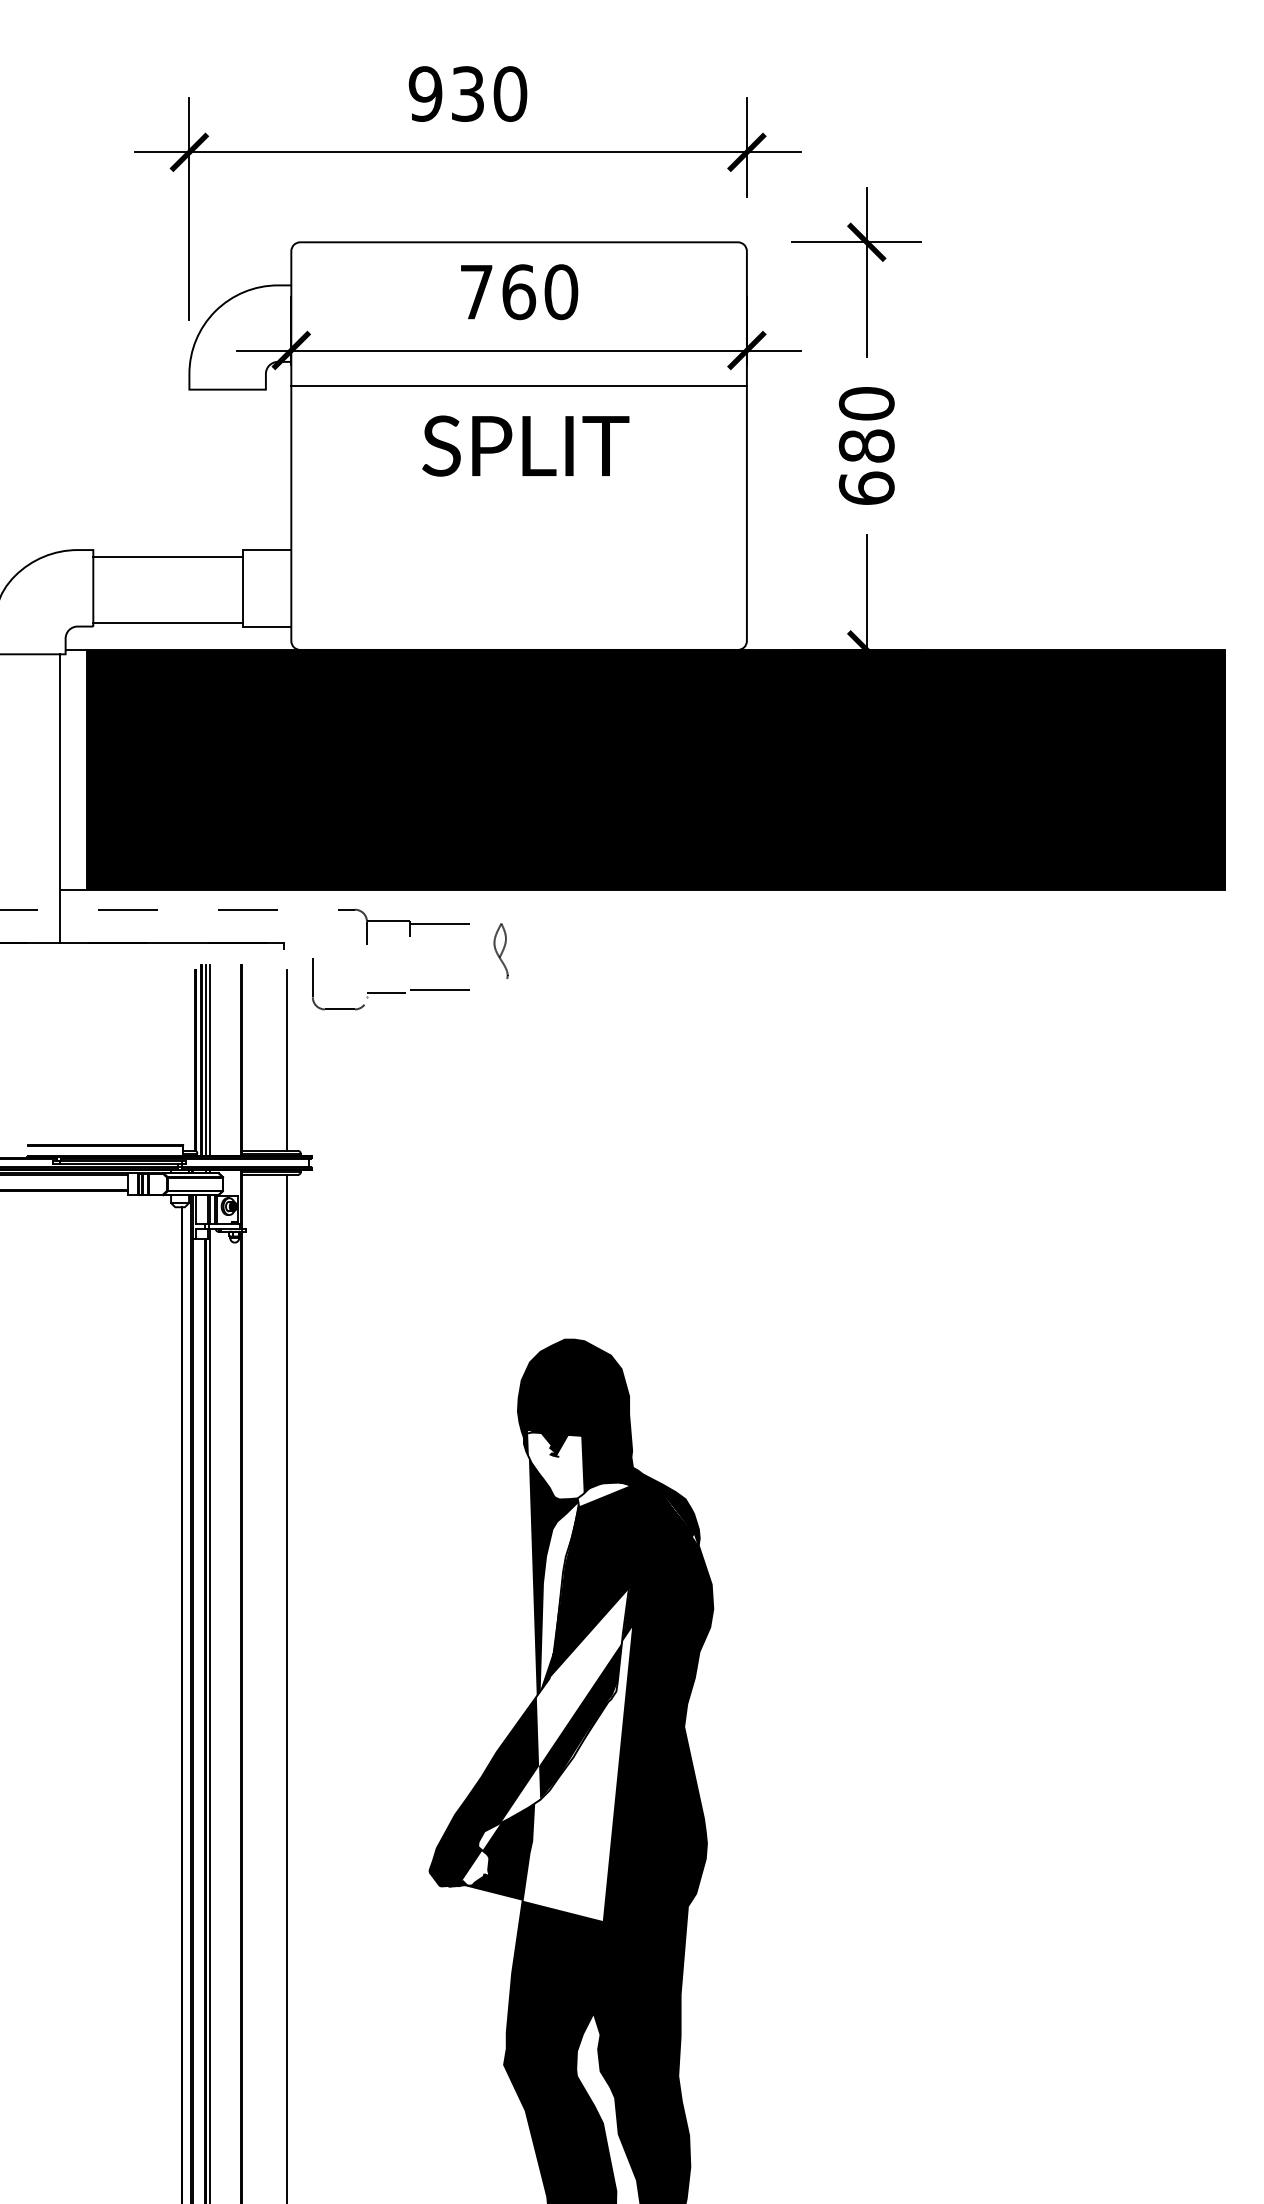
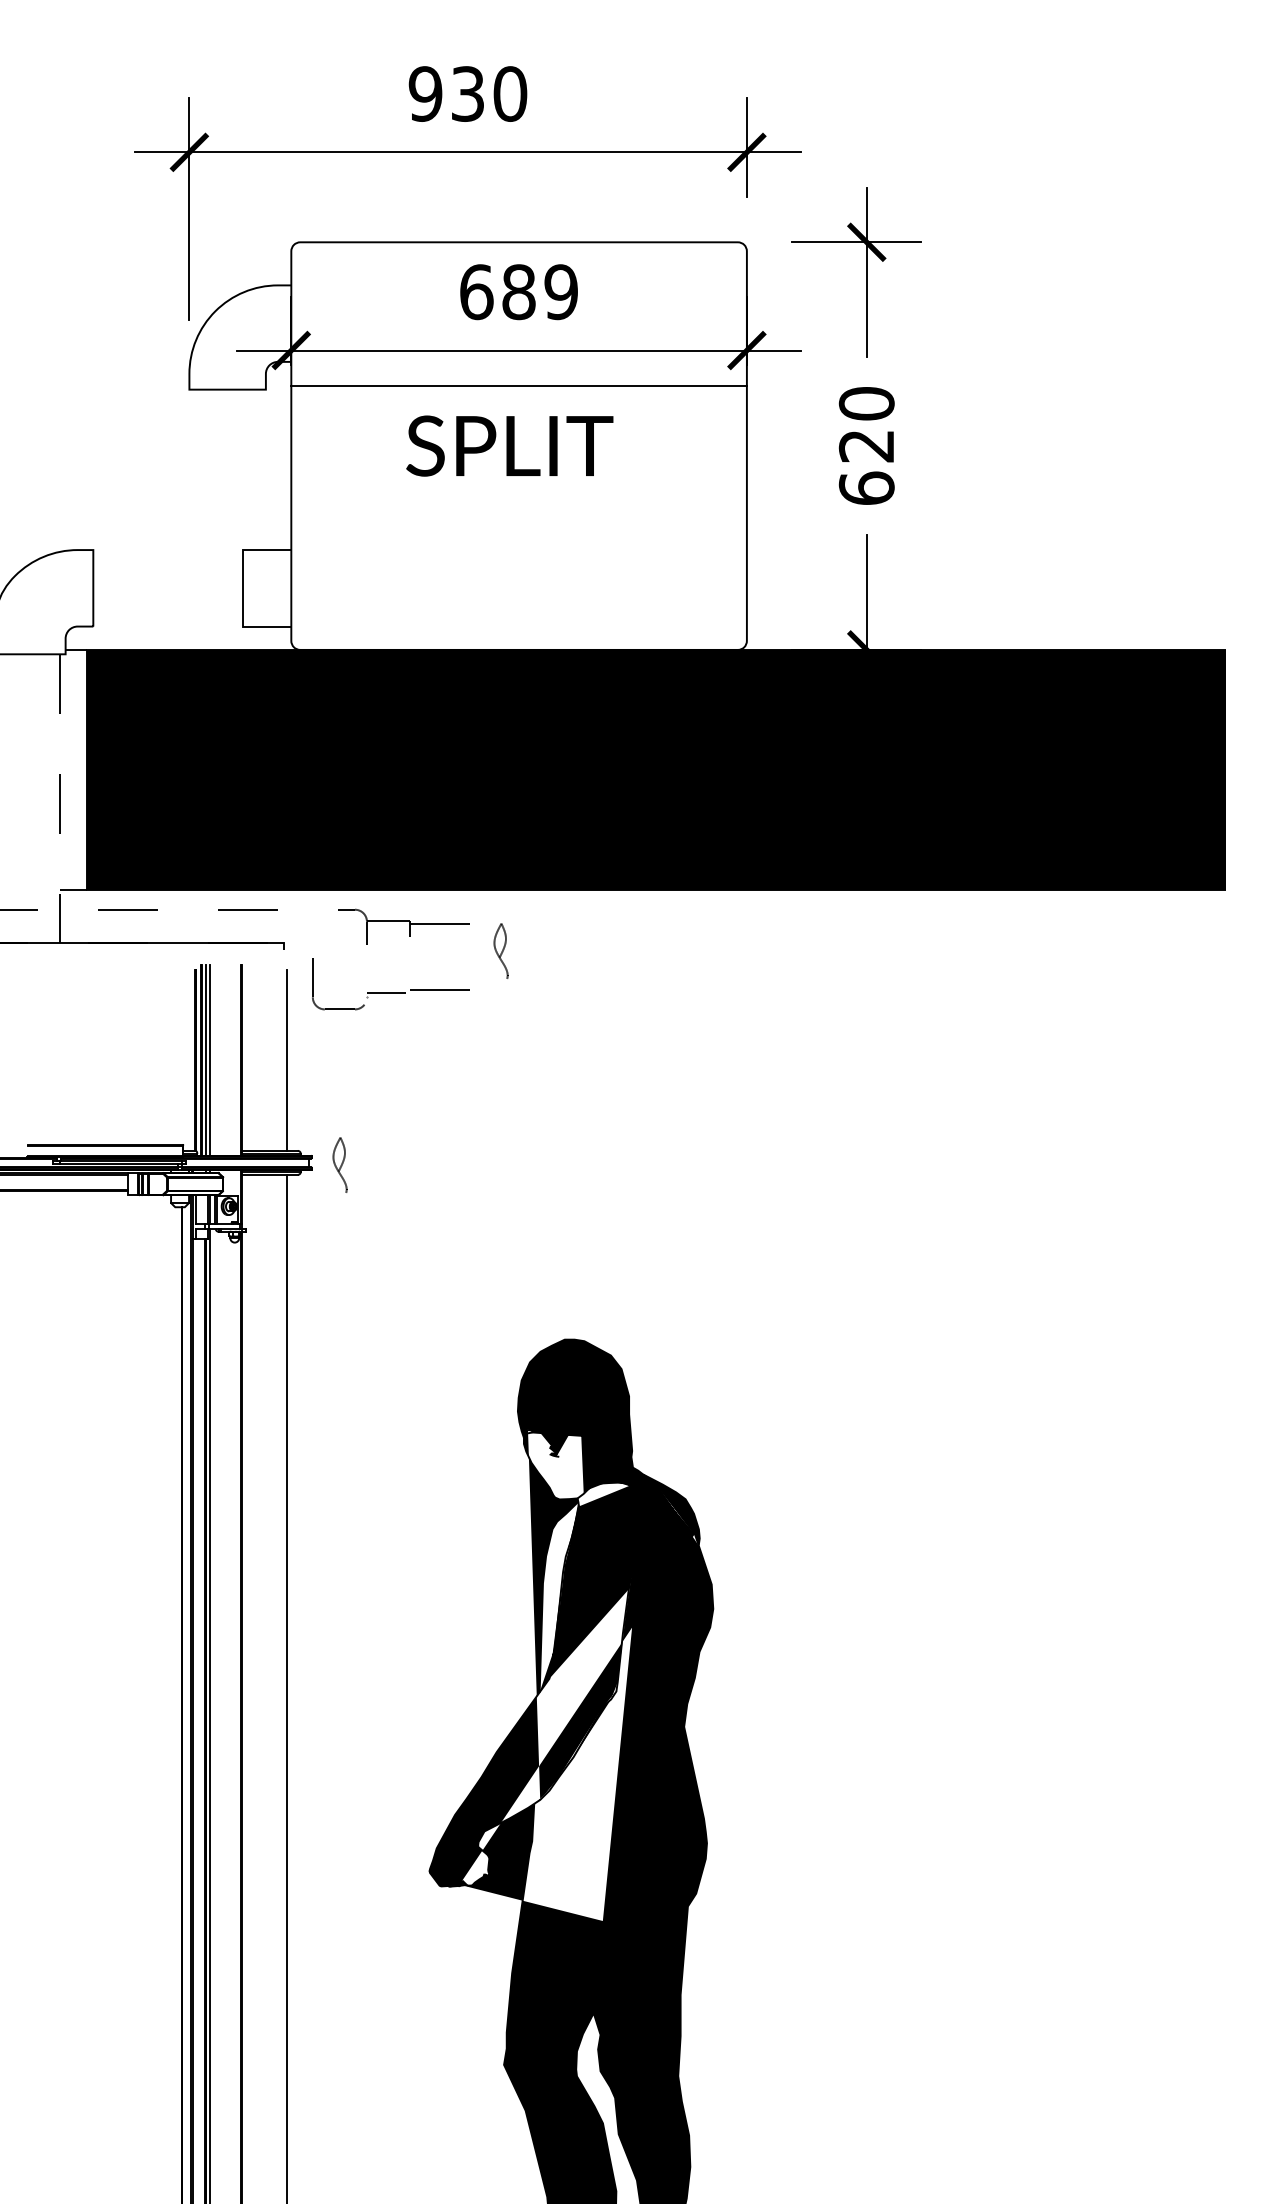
text at (519, 292): 760 -> 689
text at (525, 445) position: (525, 445) -> (509, 445)
text at (866, 445): 680 -> 620
line at (168, 556): present -> none
line at (168, 622): present -> none
line at (60, 798): solid -> dashed
part at (339, 1164): none -> present
